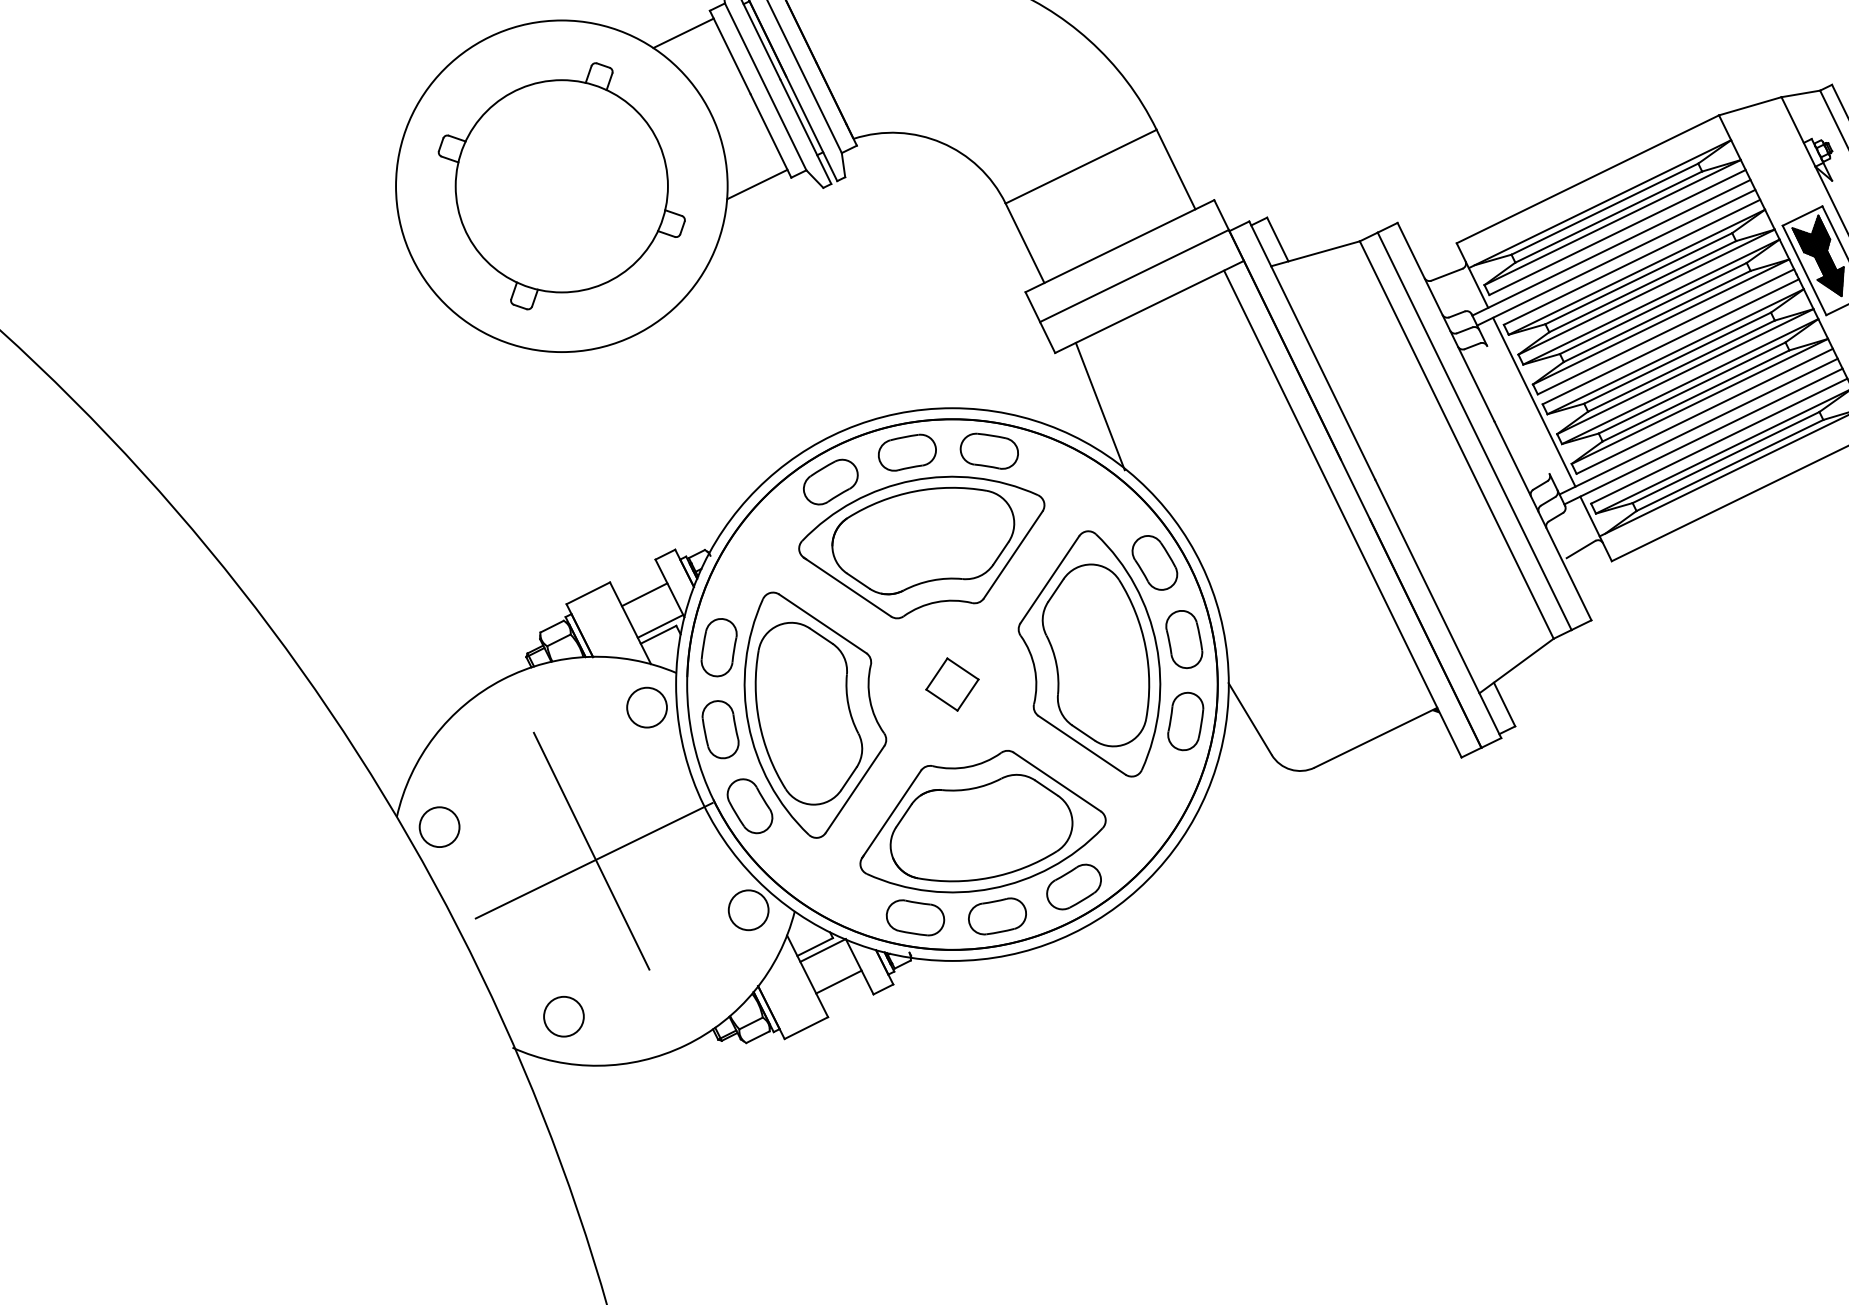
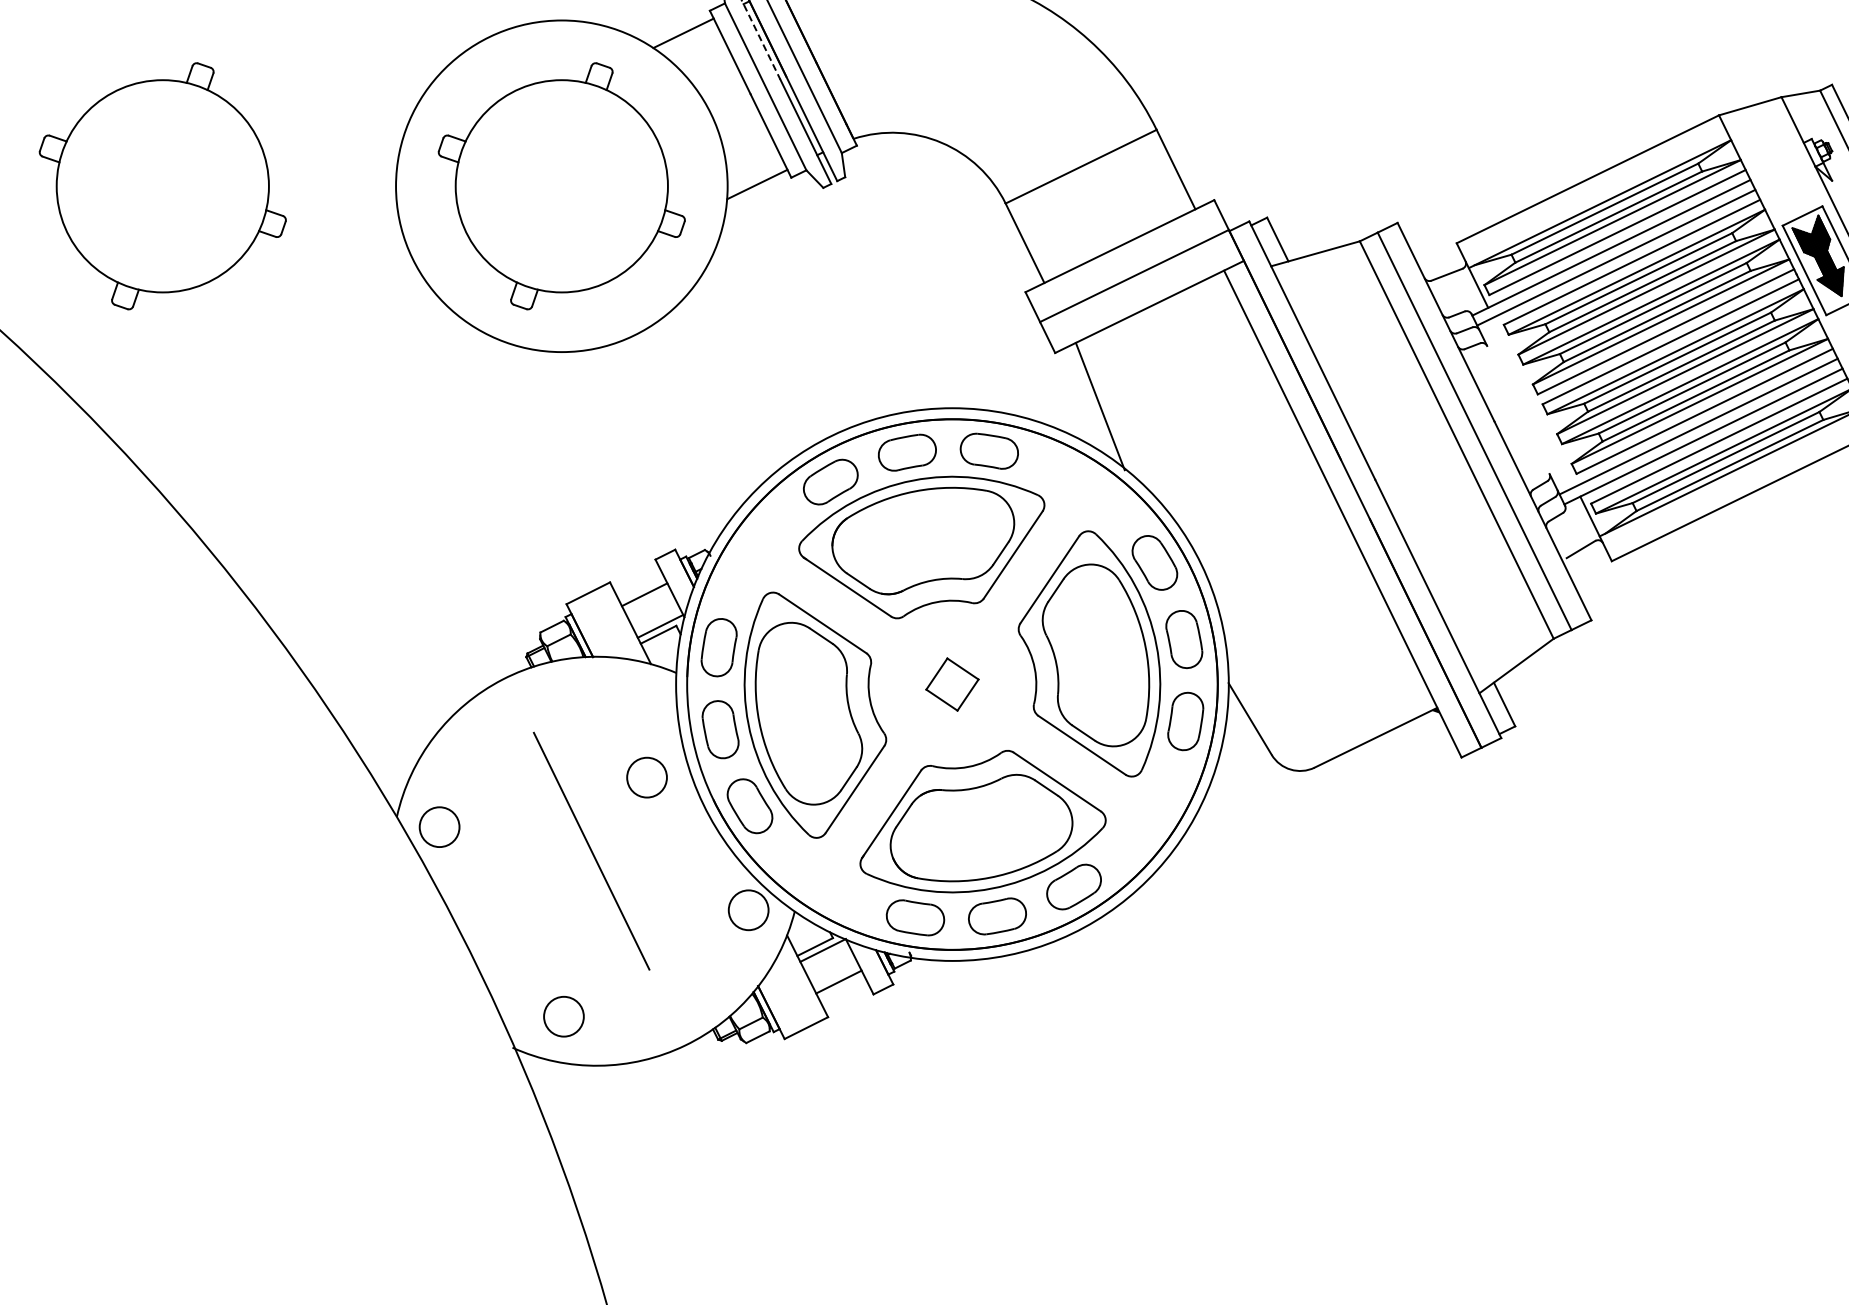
line at (761, 40): solid -> dashed
part at (162, 186): none -> present
line at (1534, 401): present -> none
circle at (646, 707) position: (646, 707) -> (646, 777)
line at (595, 859): present -> none
